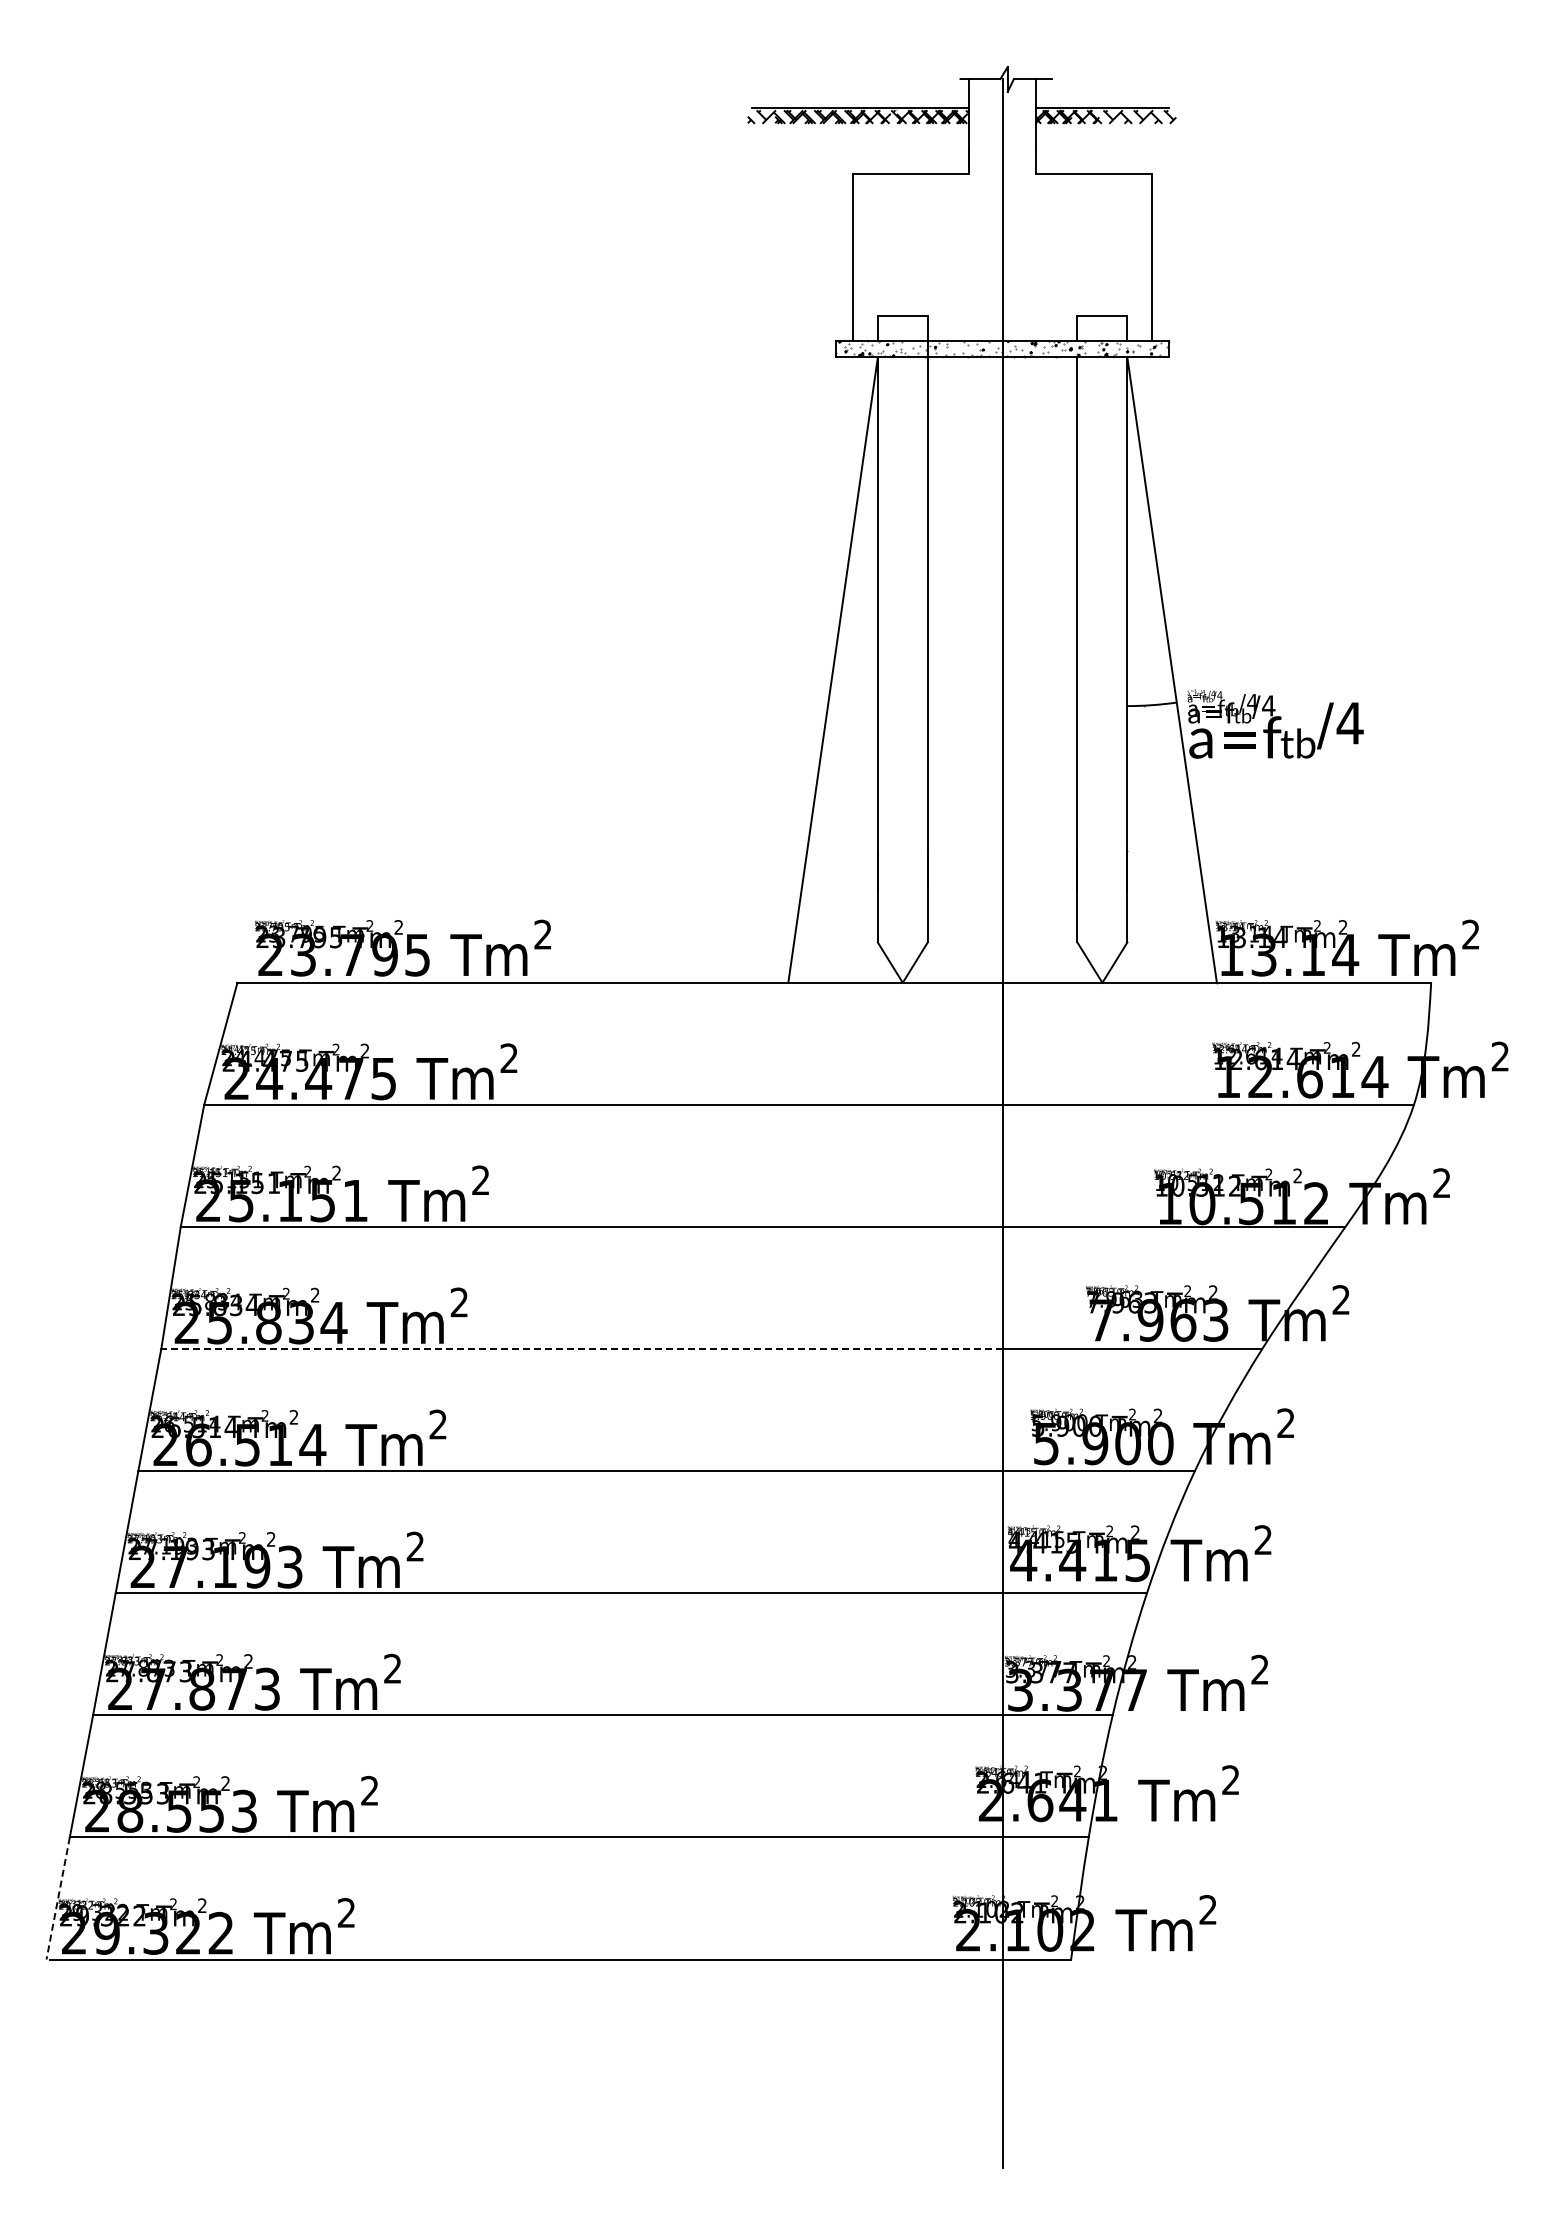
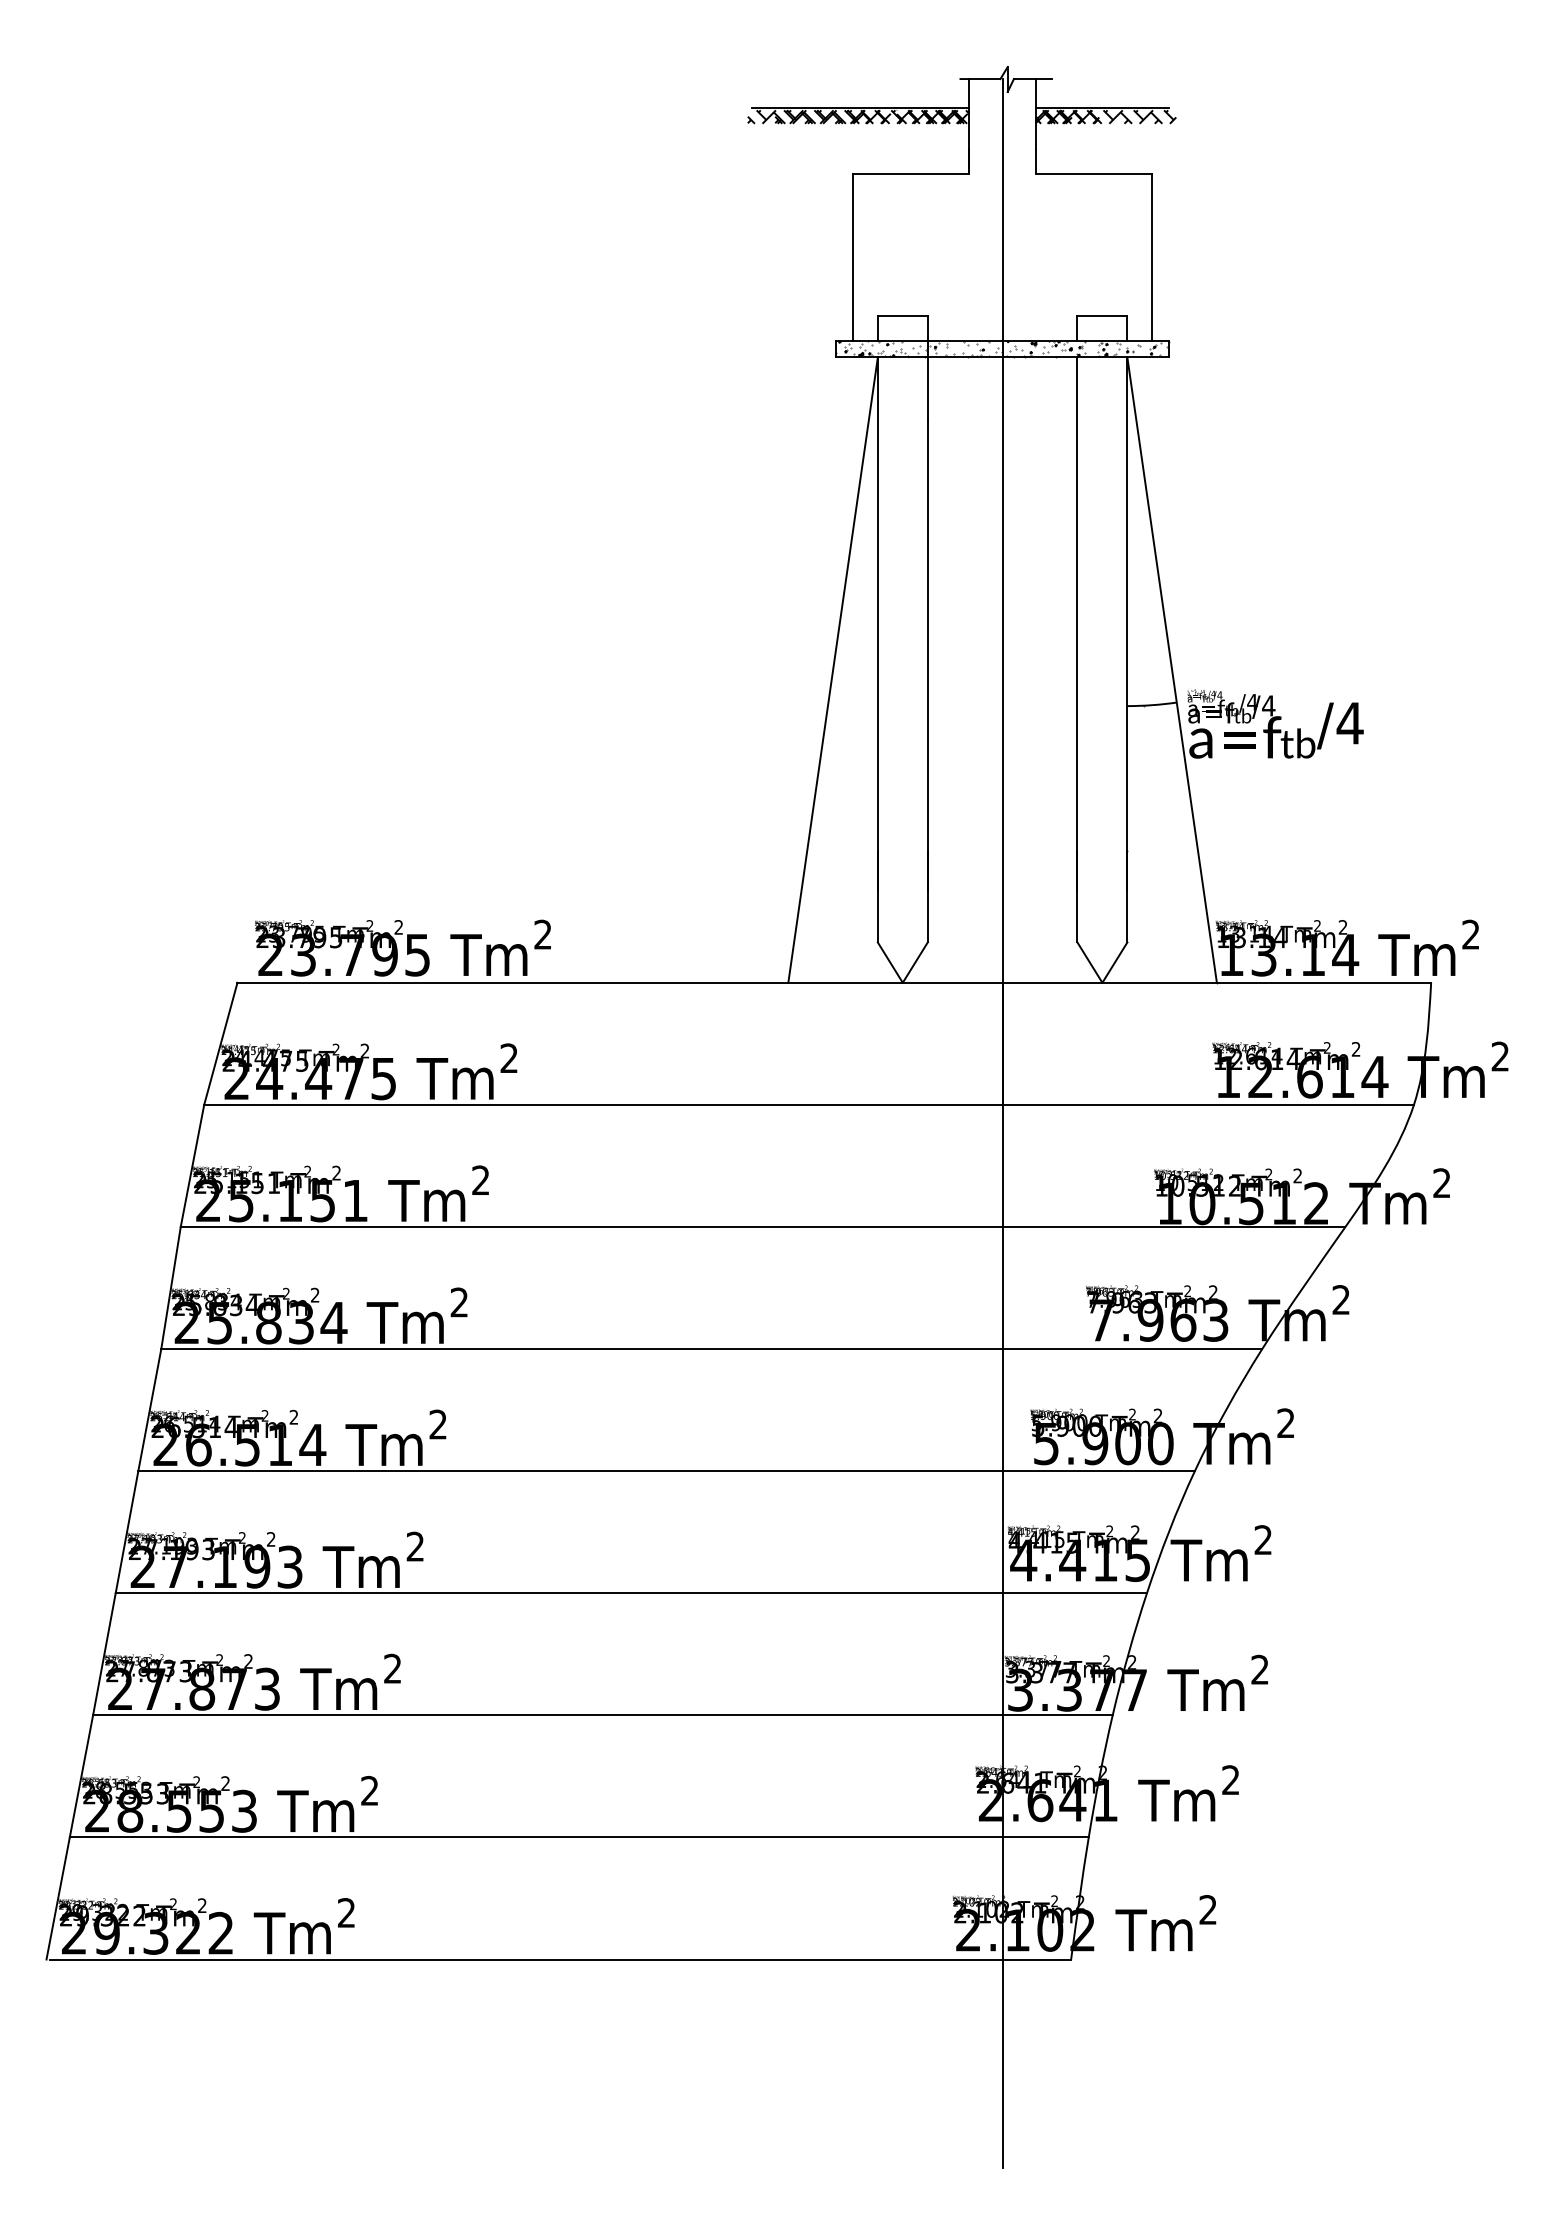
line at (581, 1349): dashed -> solid
line at (58, 1898): dashed -> solid
